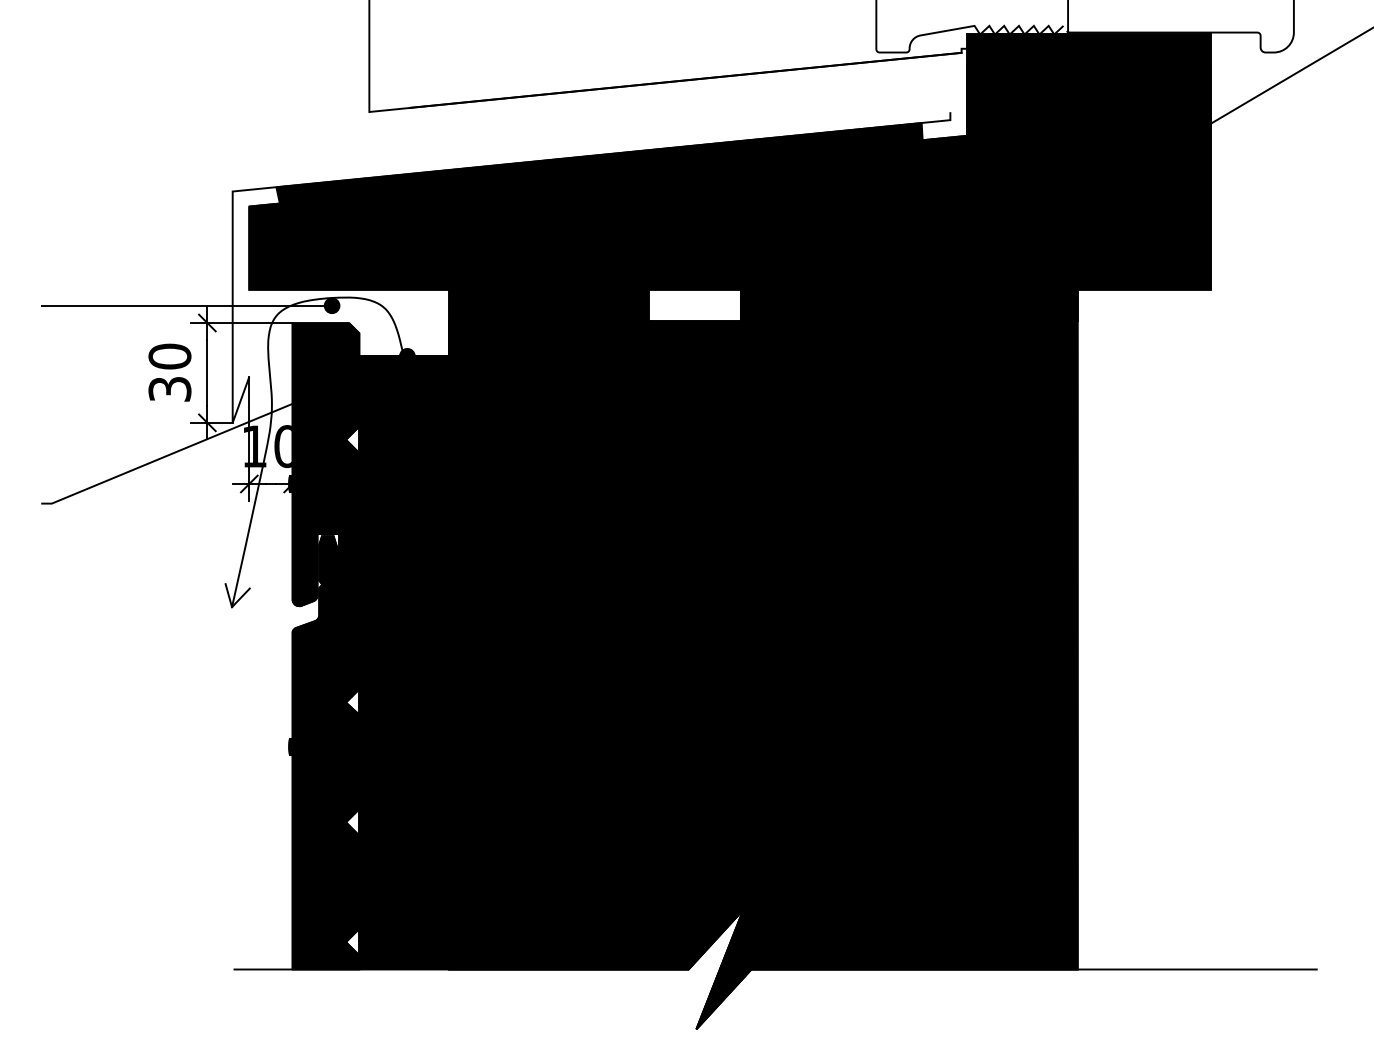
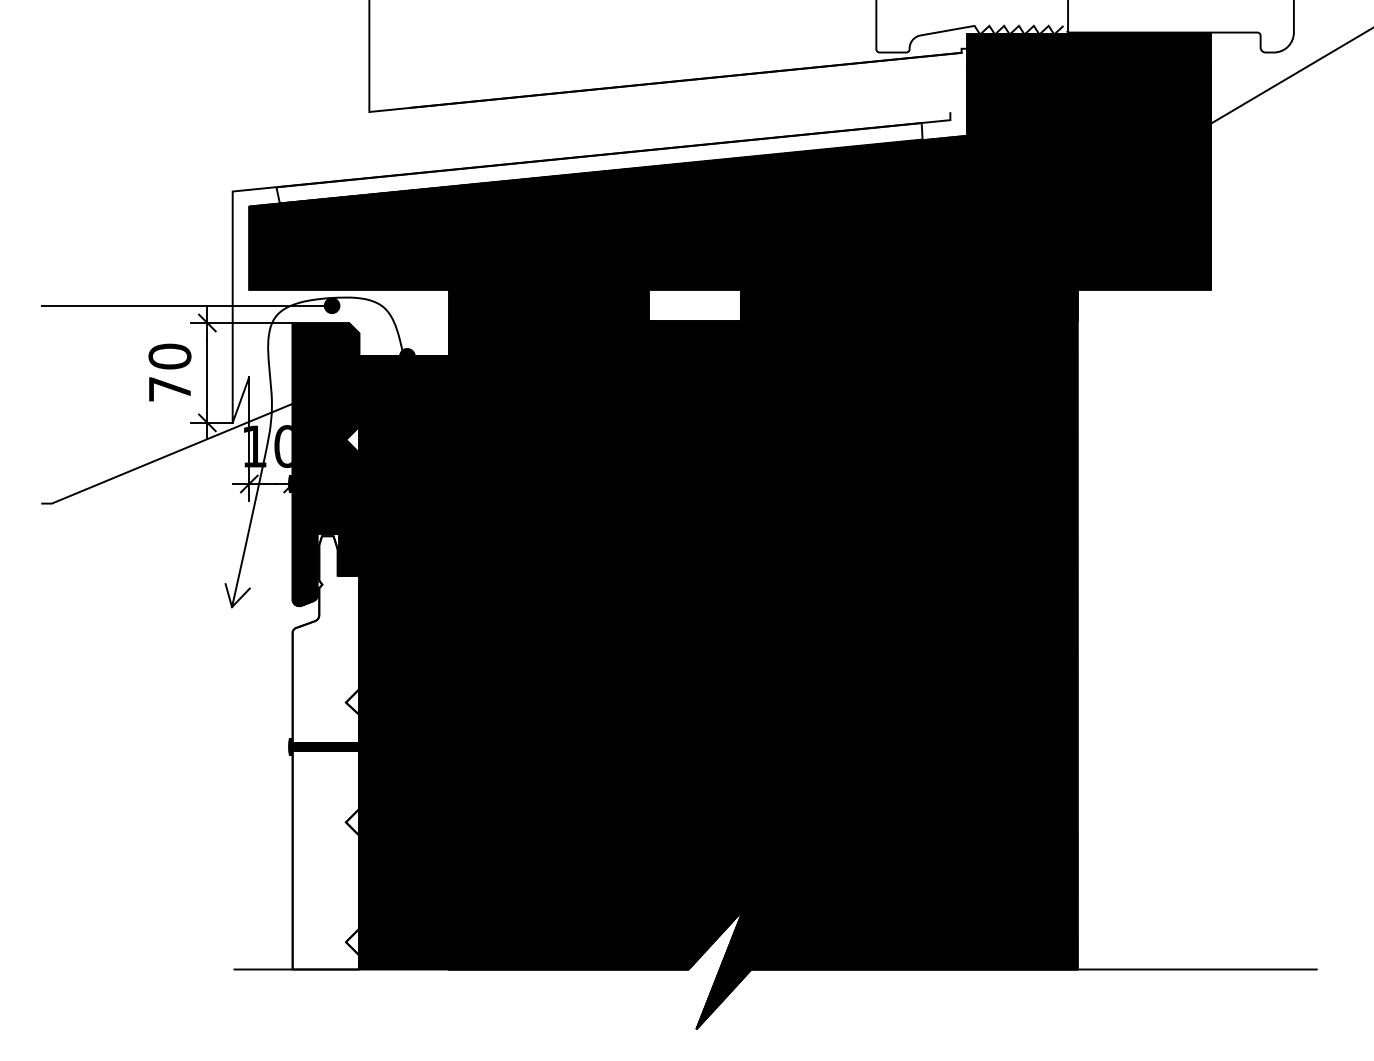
fill at (599, 163): present -> none
text at (169, 389): 30 -> 70
fill at (325, 752): present -> none
